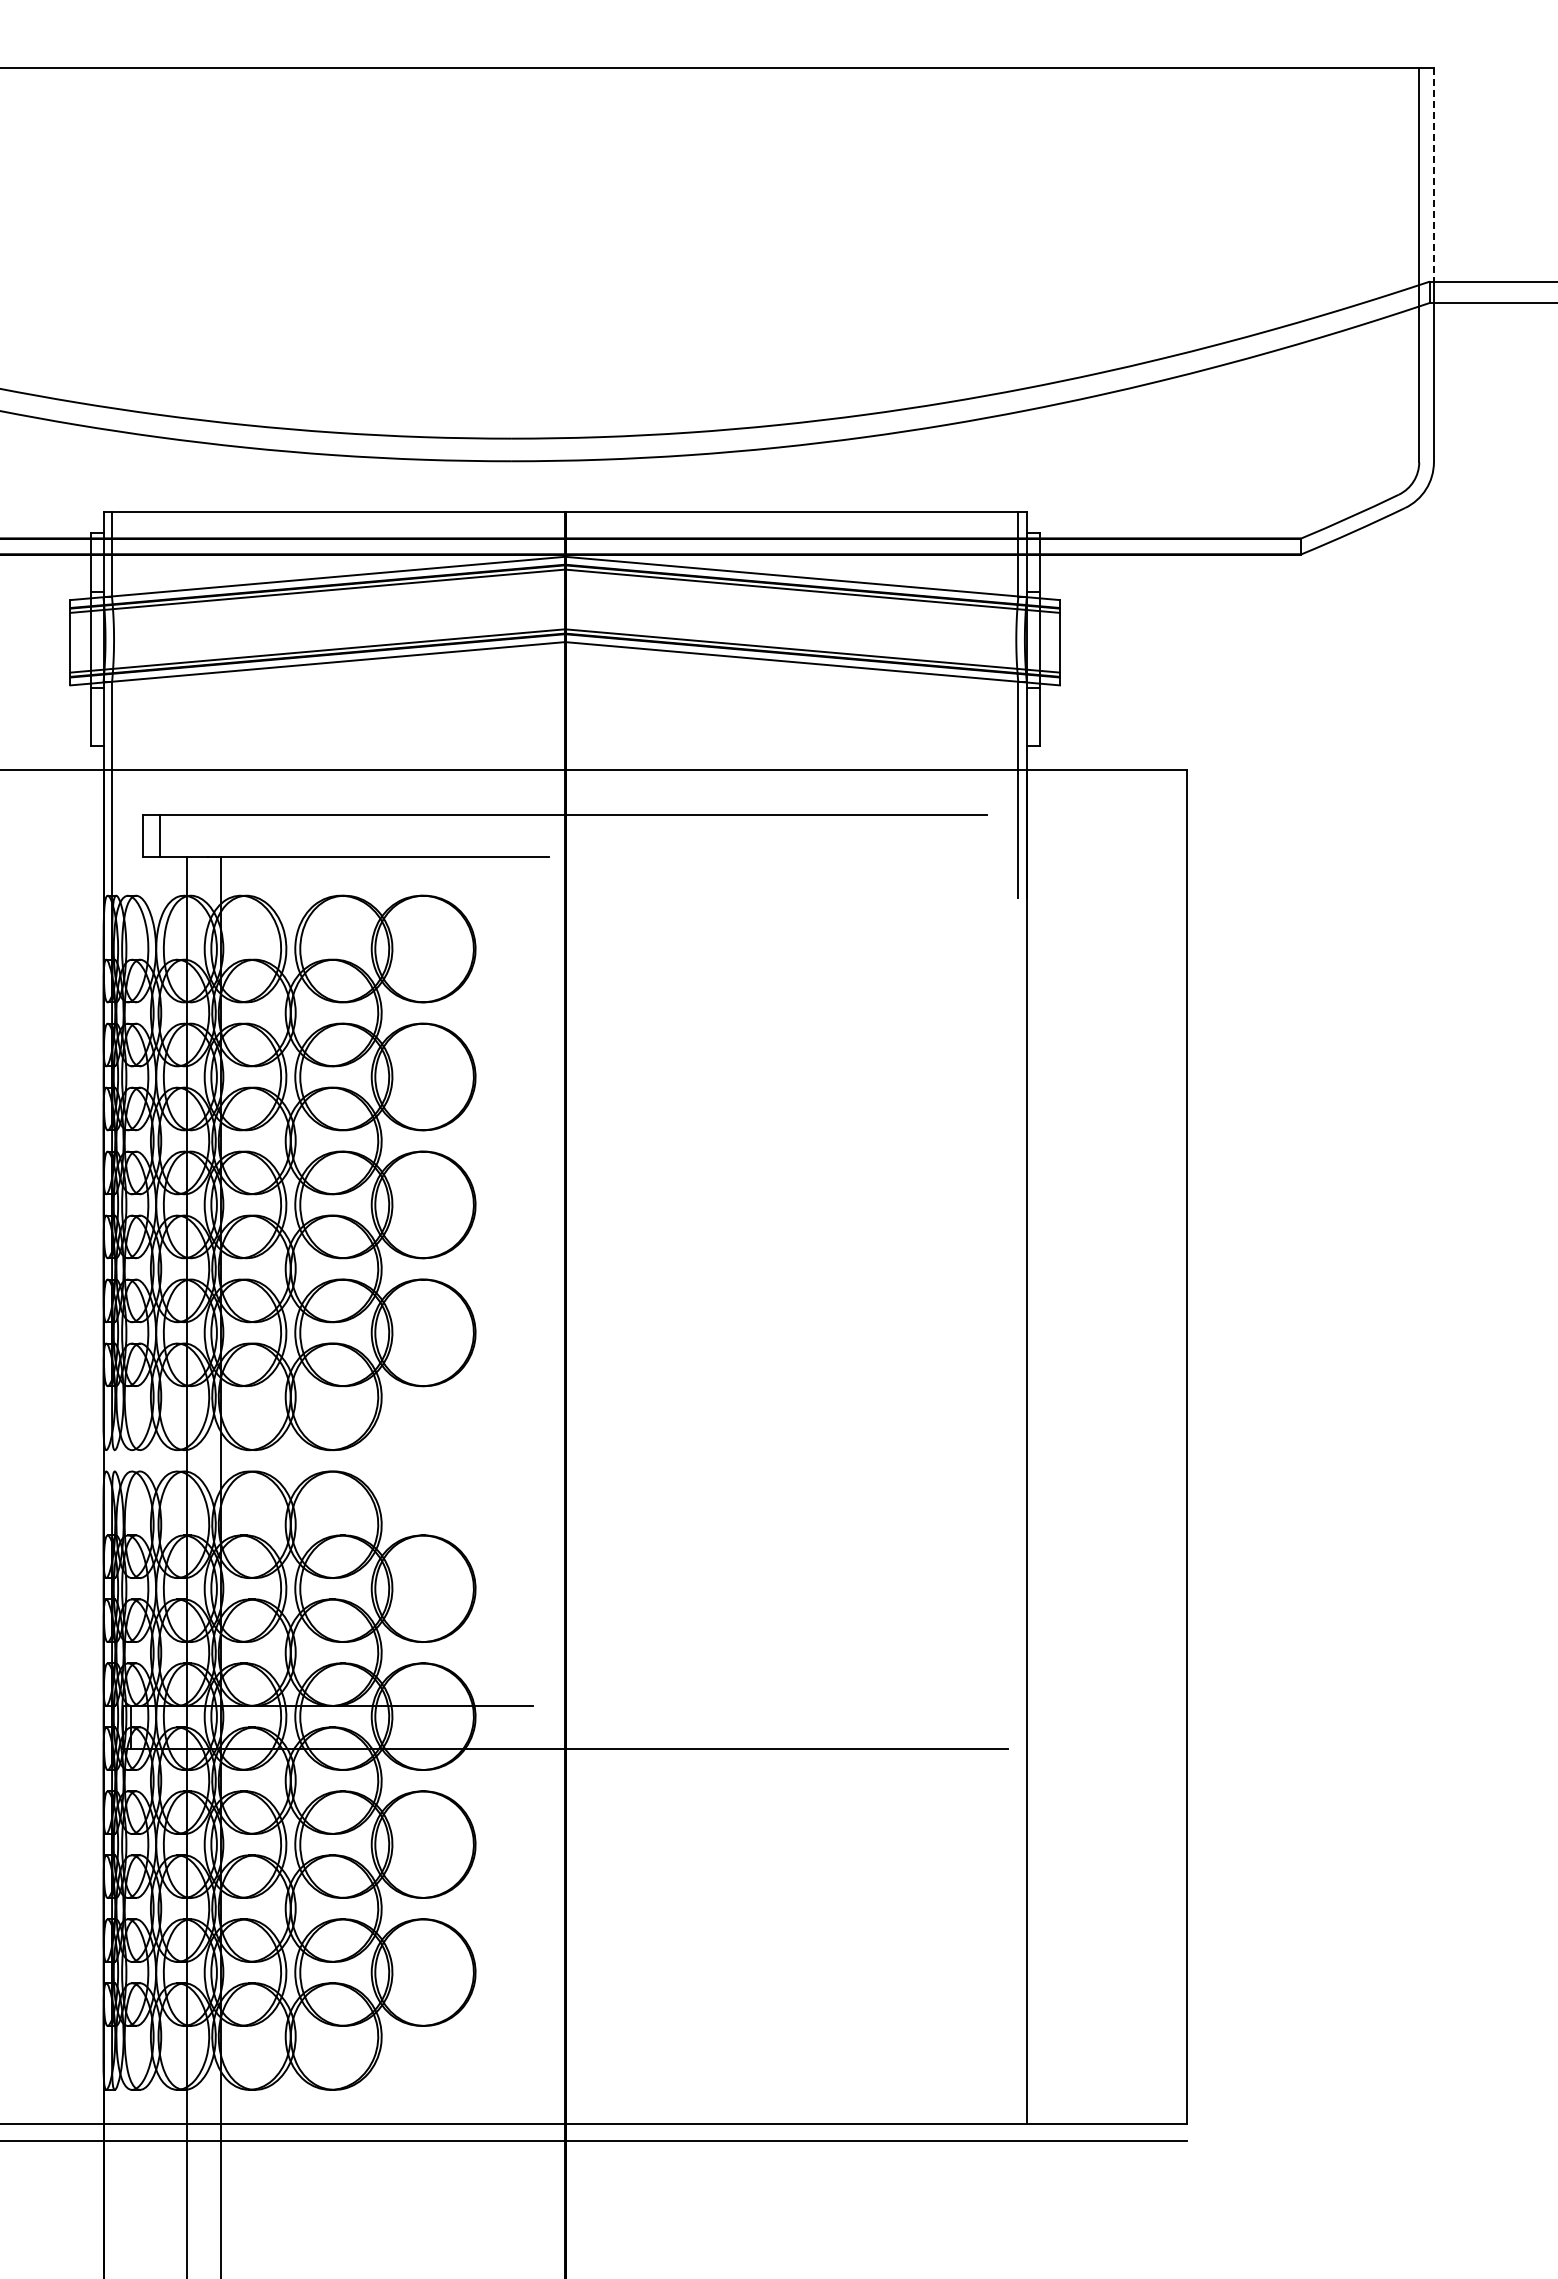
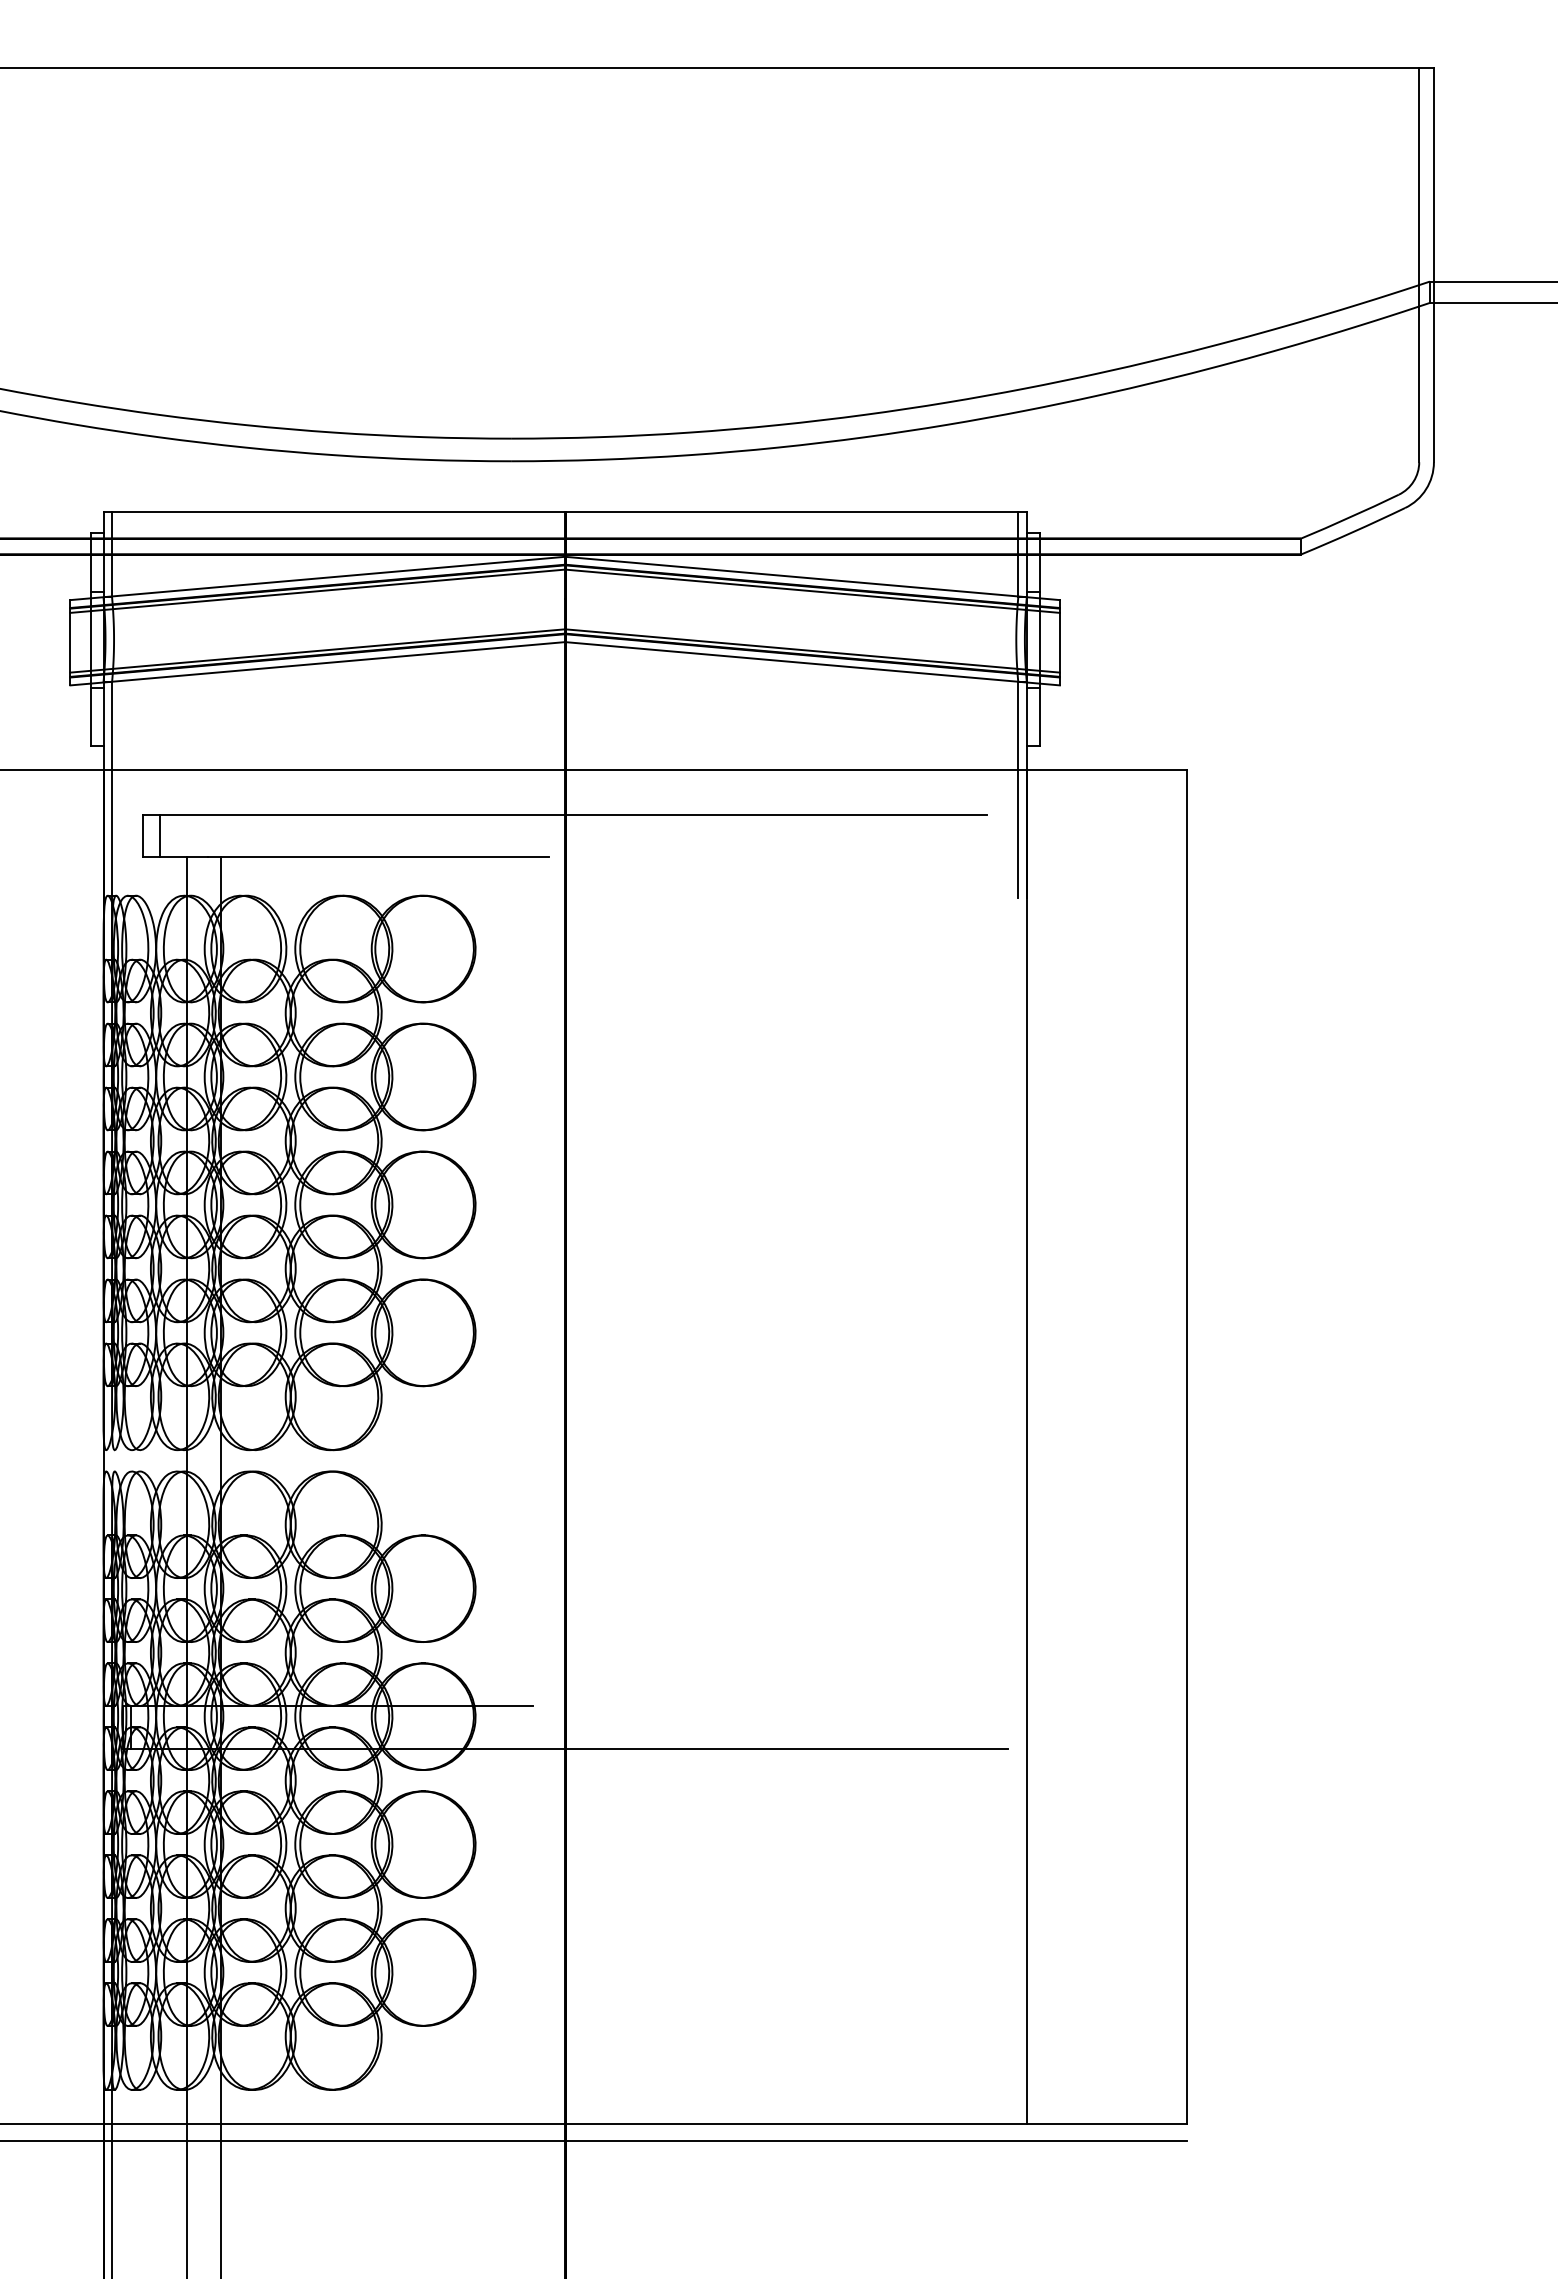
line at (1433, 174): dashed -> solid
line at (112, 2164): none -> present
